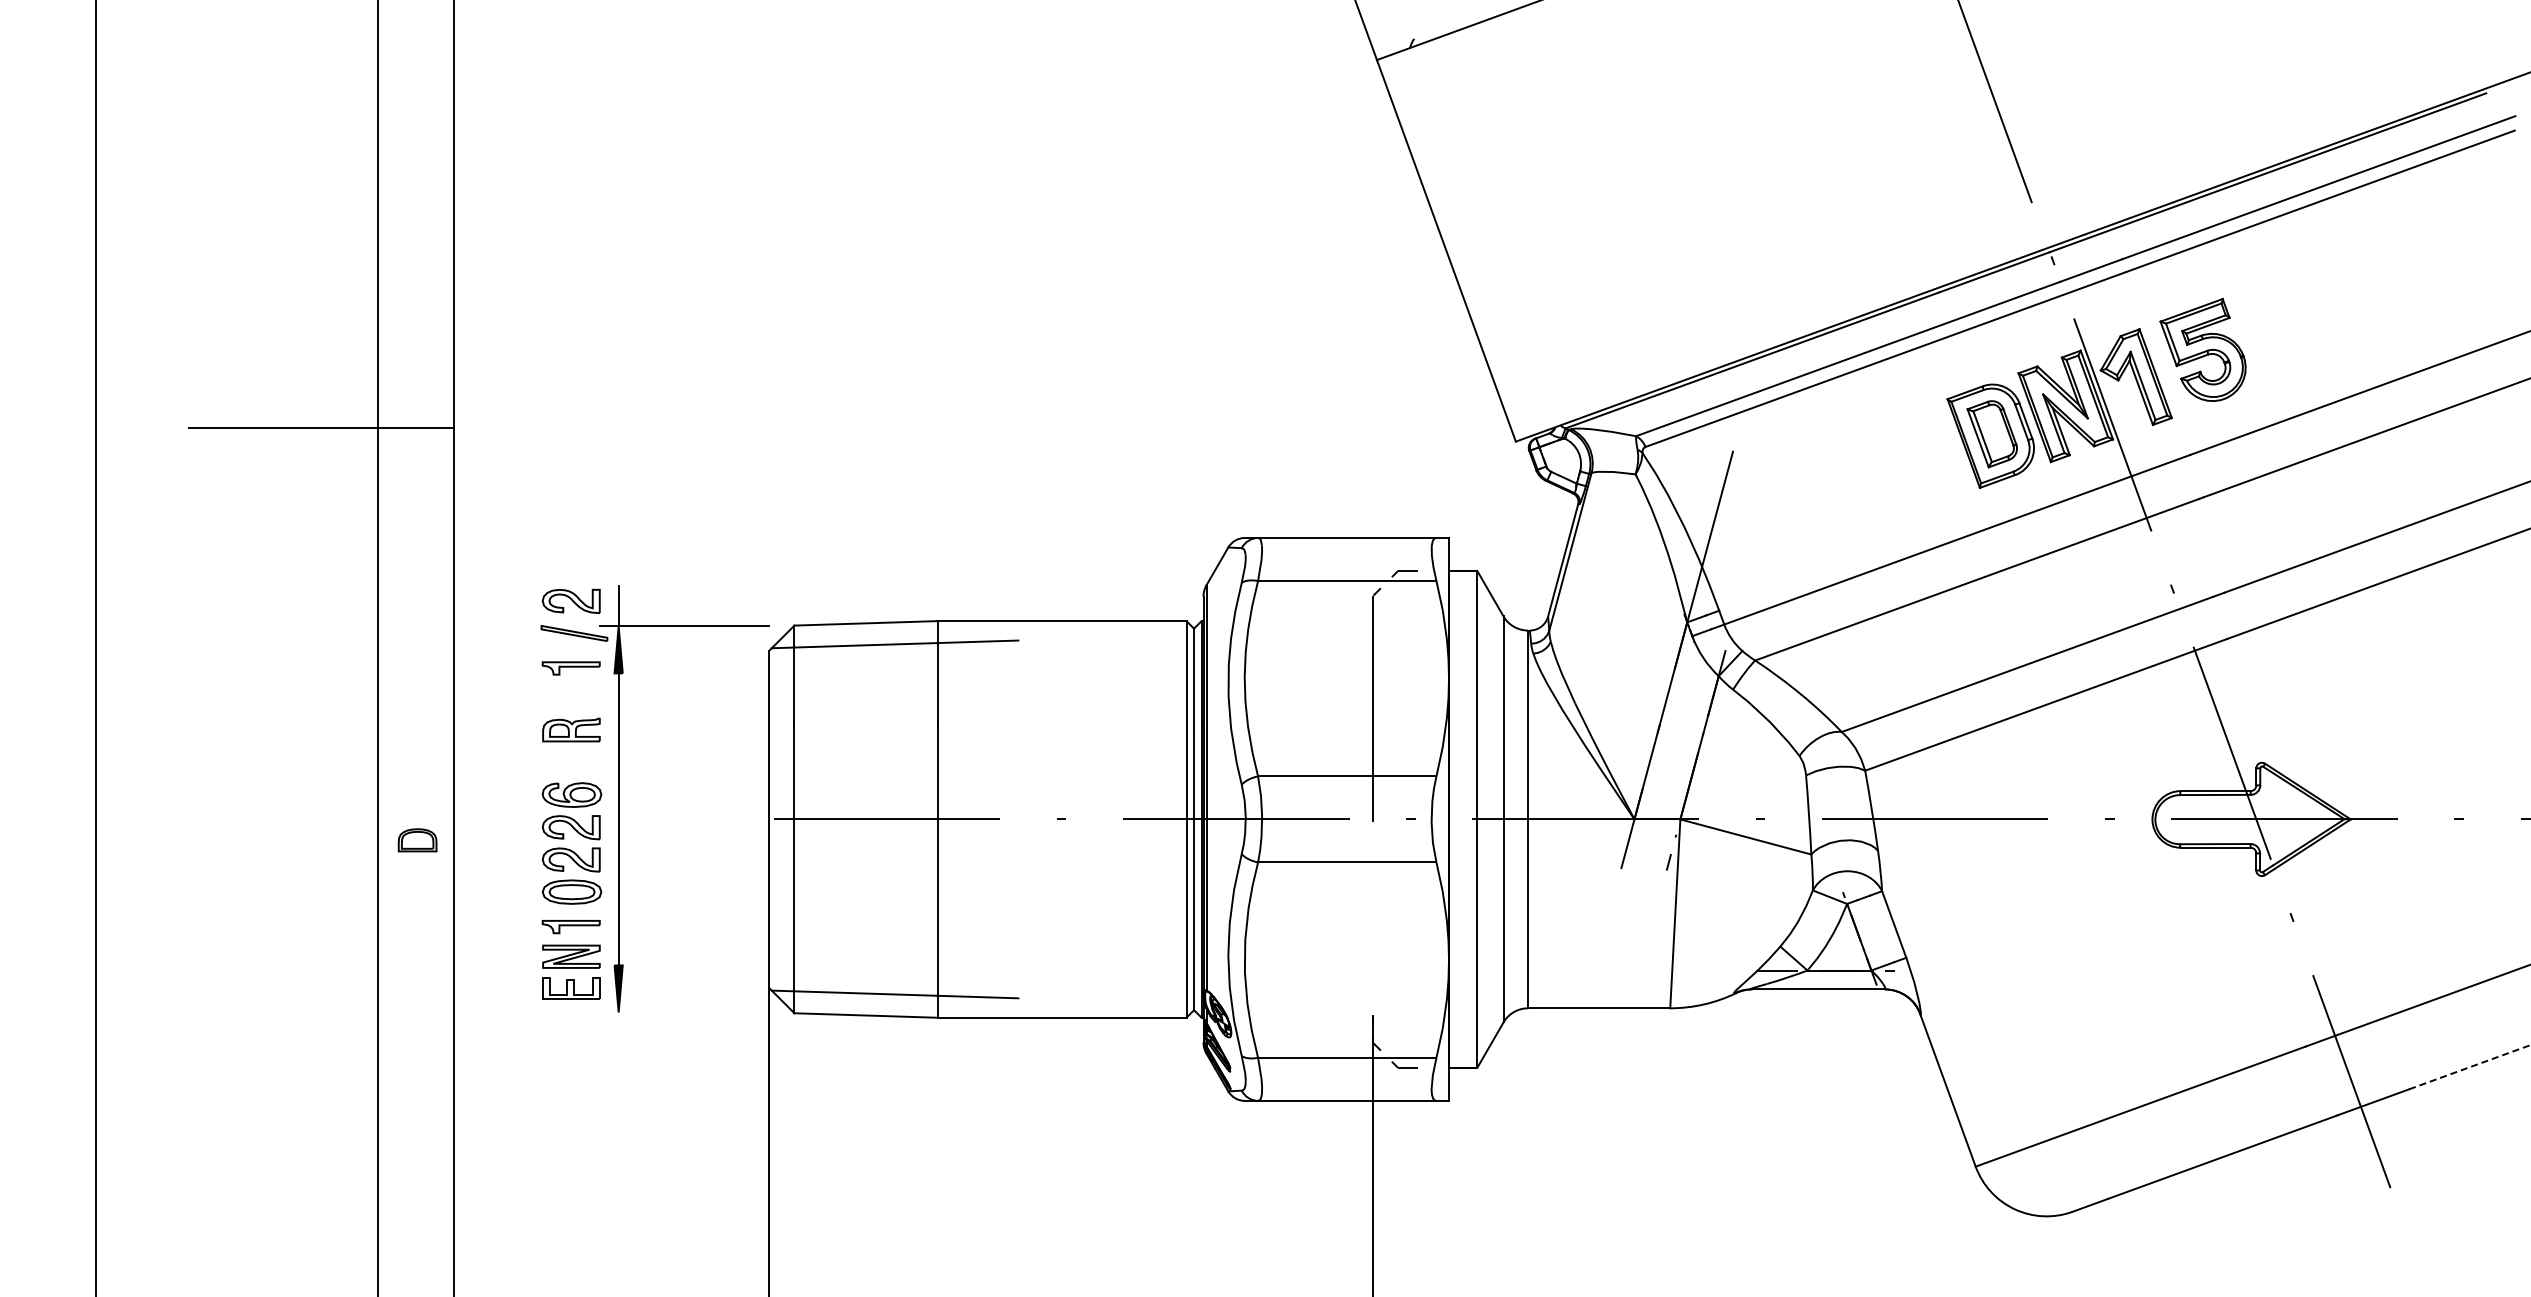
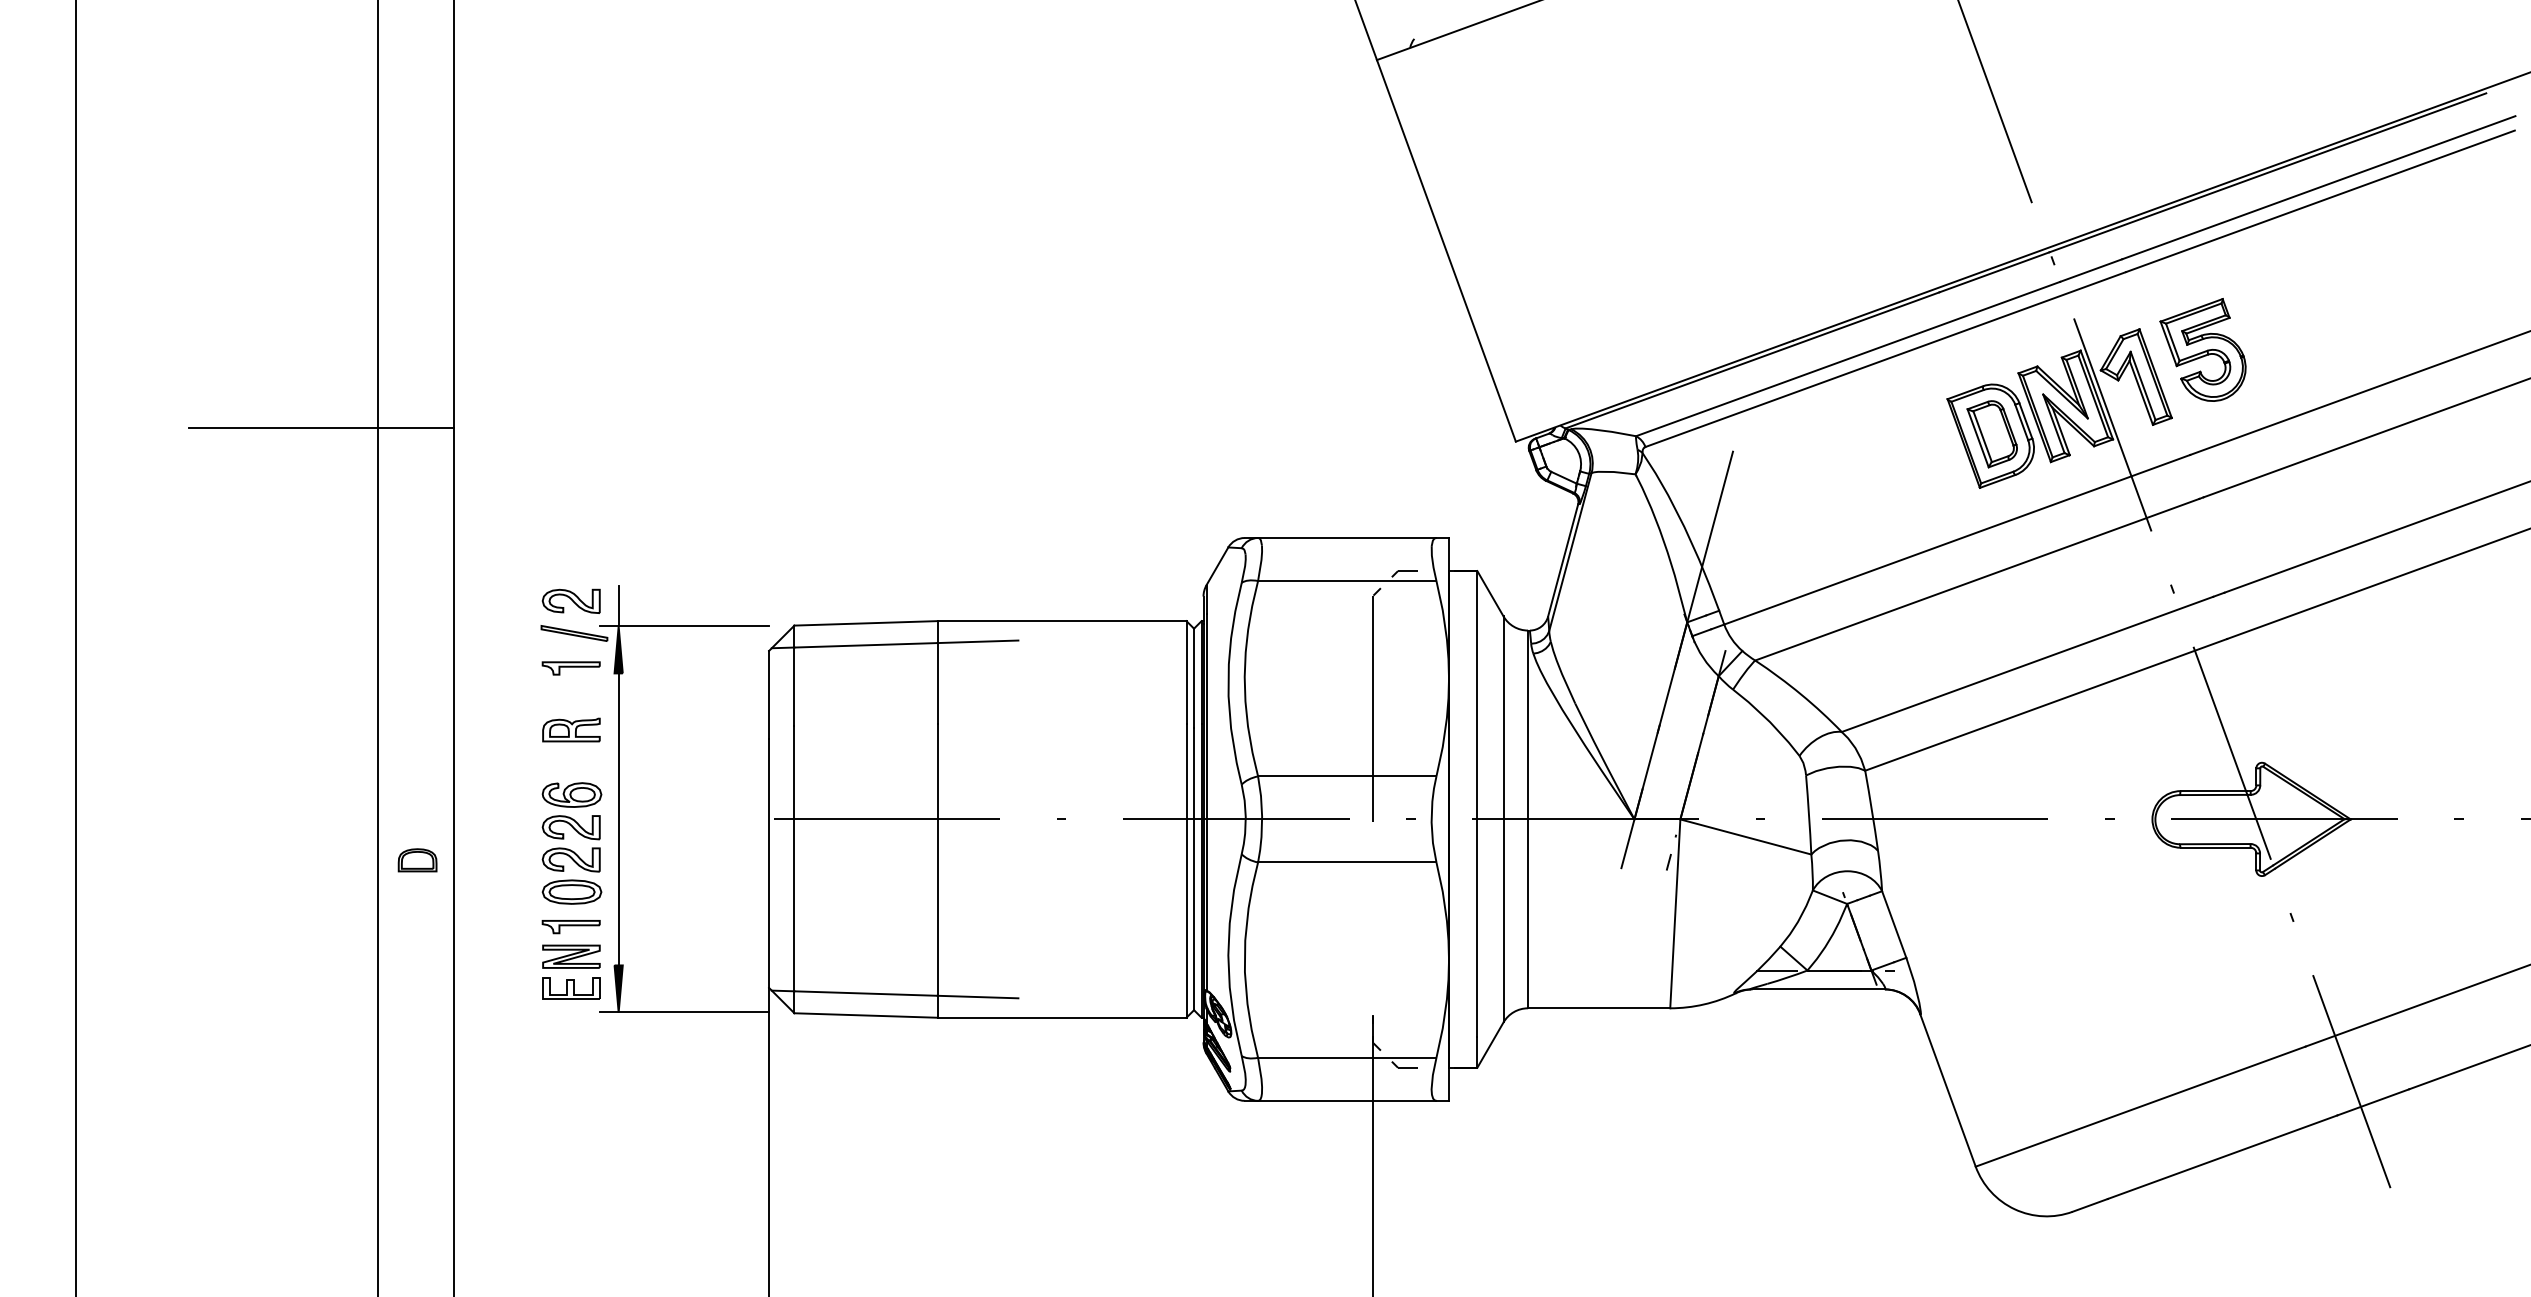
line at (95, 647) position: (95, 647) -> (75, 647)
part at (417, 840) position: (417, 840) -> (417, 860)
line at (684, 1012): none -> present
line at (2470, 1067): dashed -> solid
